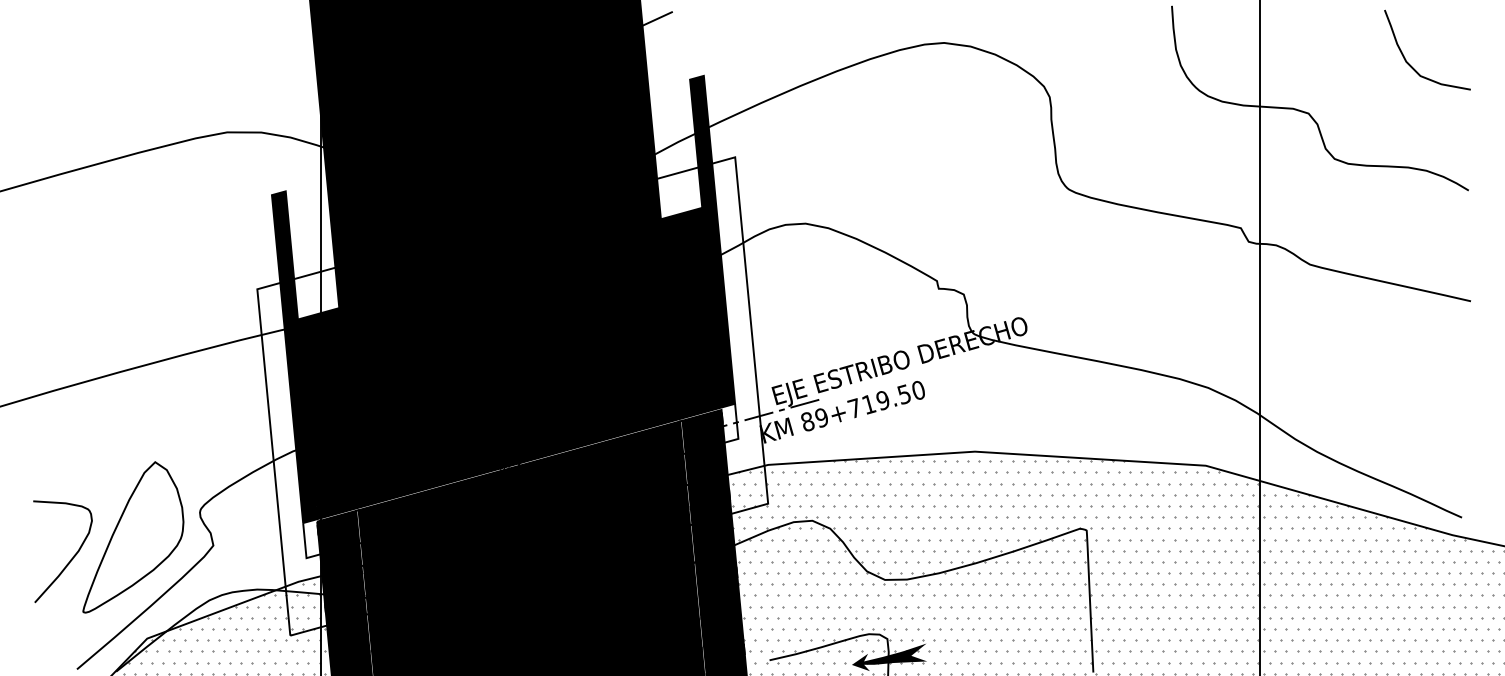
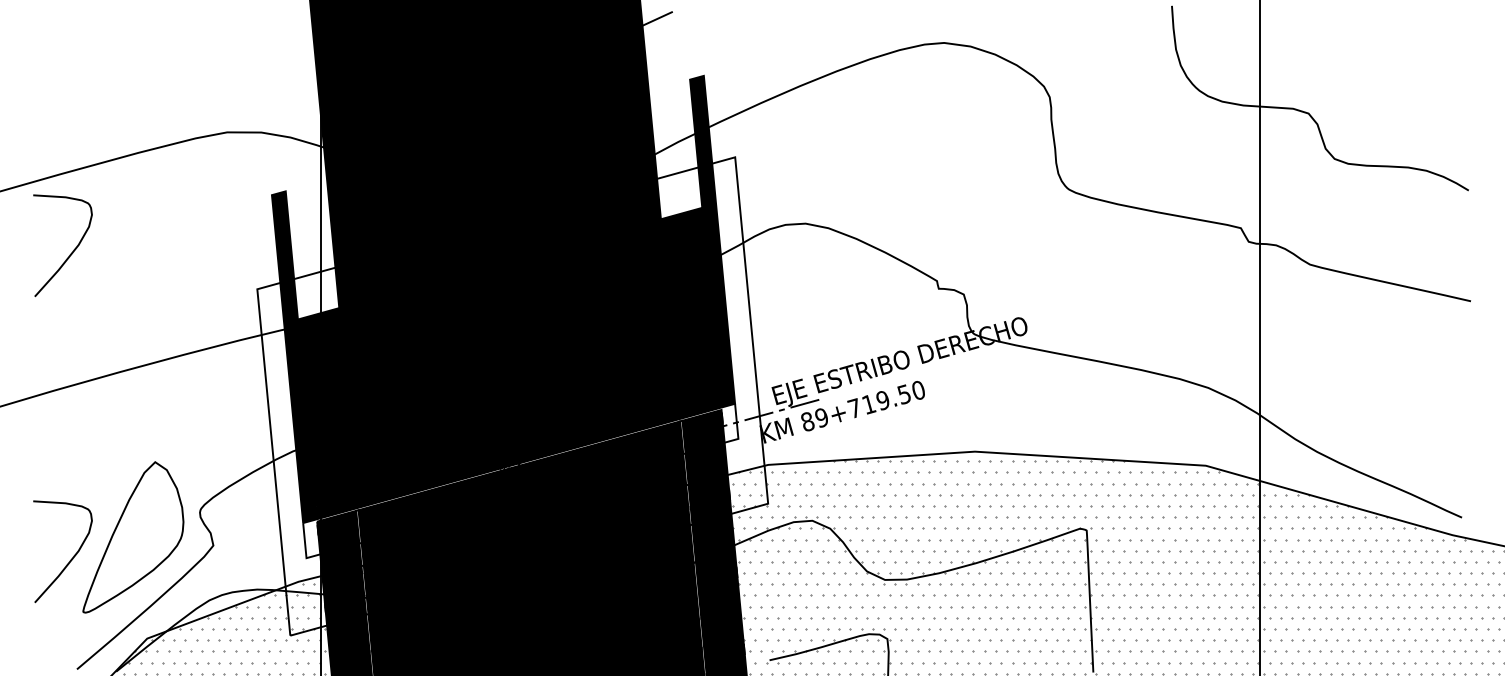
curve at (1411, 65): present -> none
curve at (70, 253): none -> present
fill at (889, 657): present -> none
